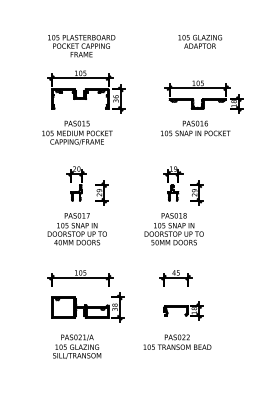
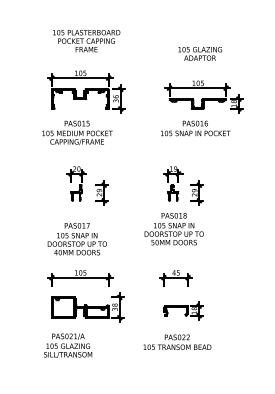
text at (200, 41) position: (200, 41) -> (200, 53)
text at (81, 46) position: (81, 46) -> (86, 41)
text at (76, 229) position: (76, 229) -> (76, 239)
text at (77, 346) position: (77, 346) -> (68, 345)
